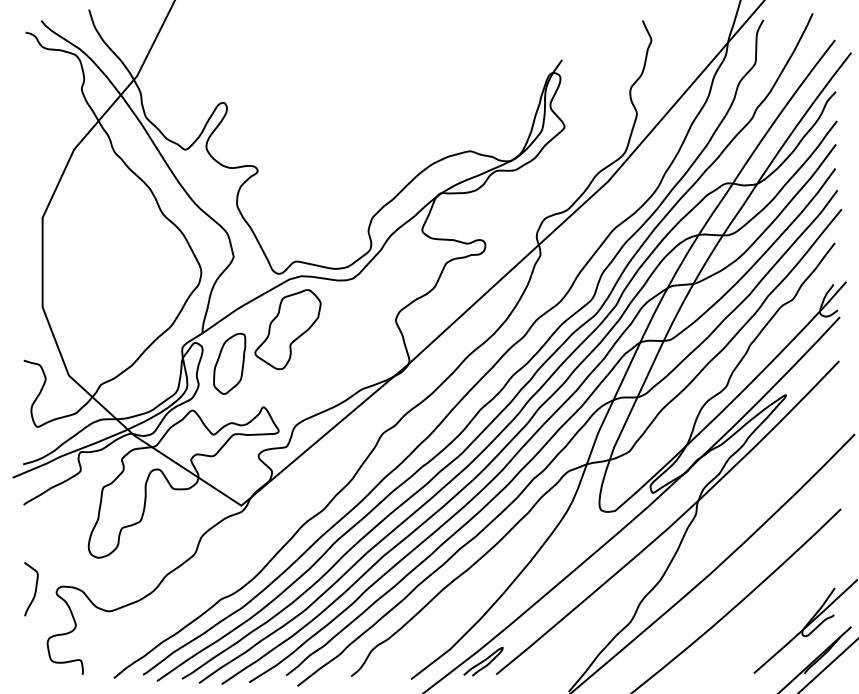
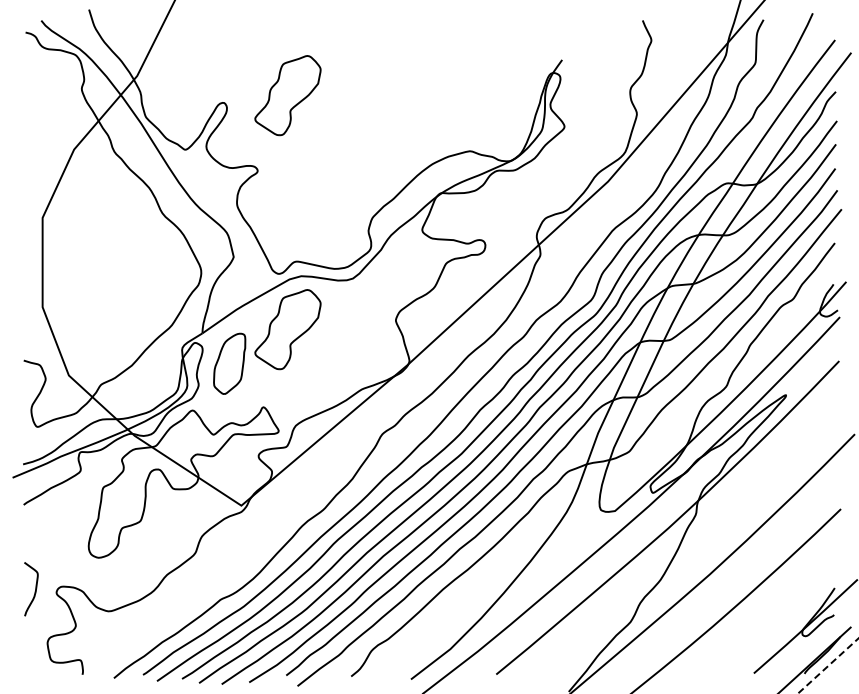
part at (287, 95): none -> present
curve at (483, 661): present -> none
line at (828, 666): solid -> dashed
